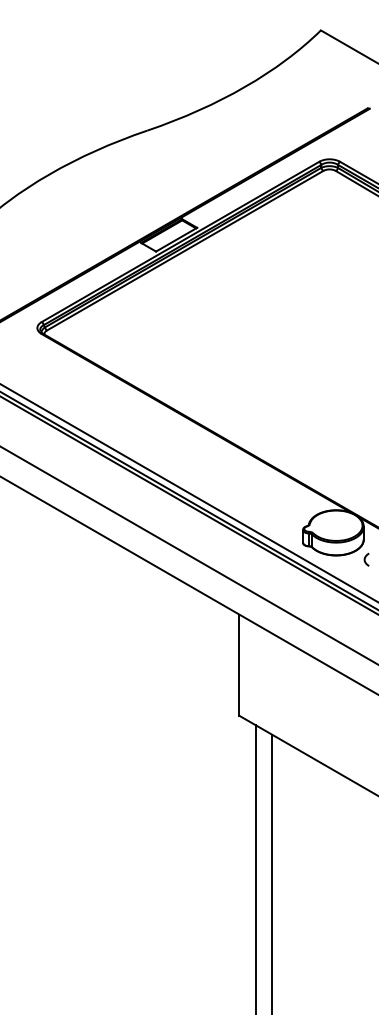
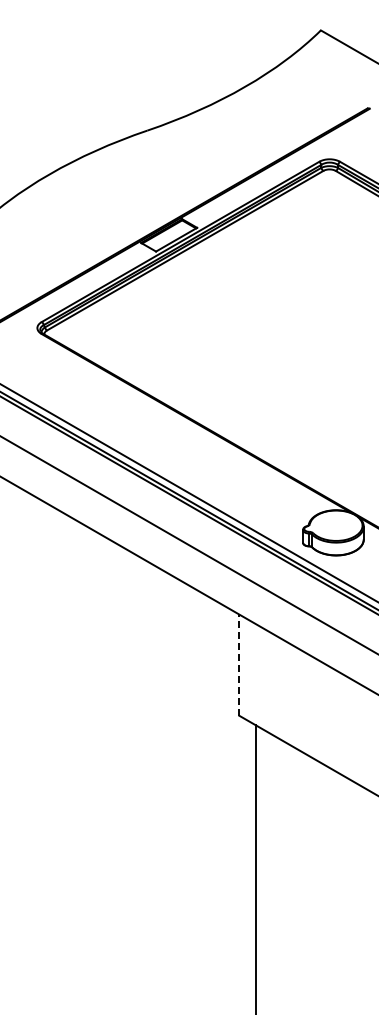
line at (188, 555) position: (188, 555) -> (188, 544)
curve at (365, 559): present -> none
line at (239, 665): solid -> dashed
line at (272, 872): present -> none
